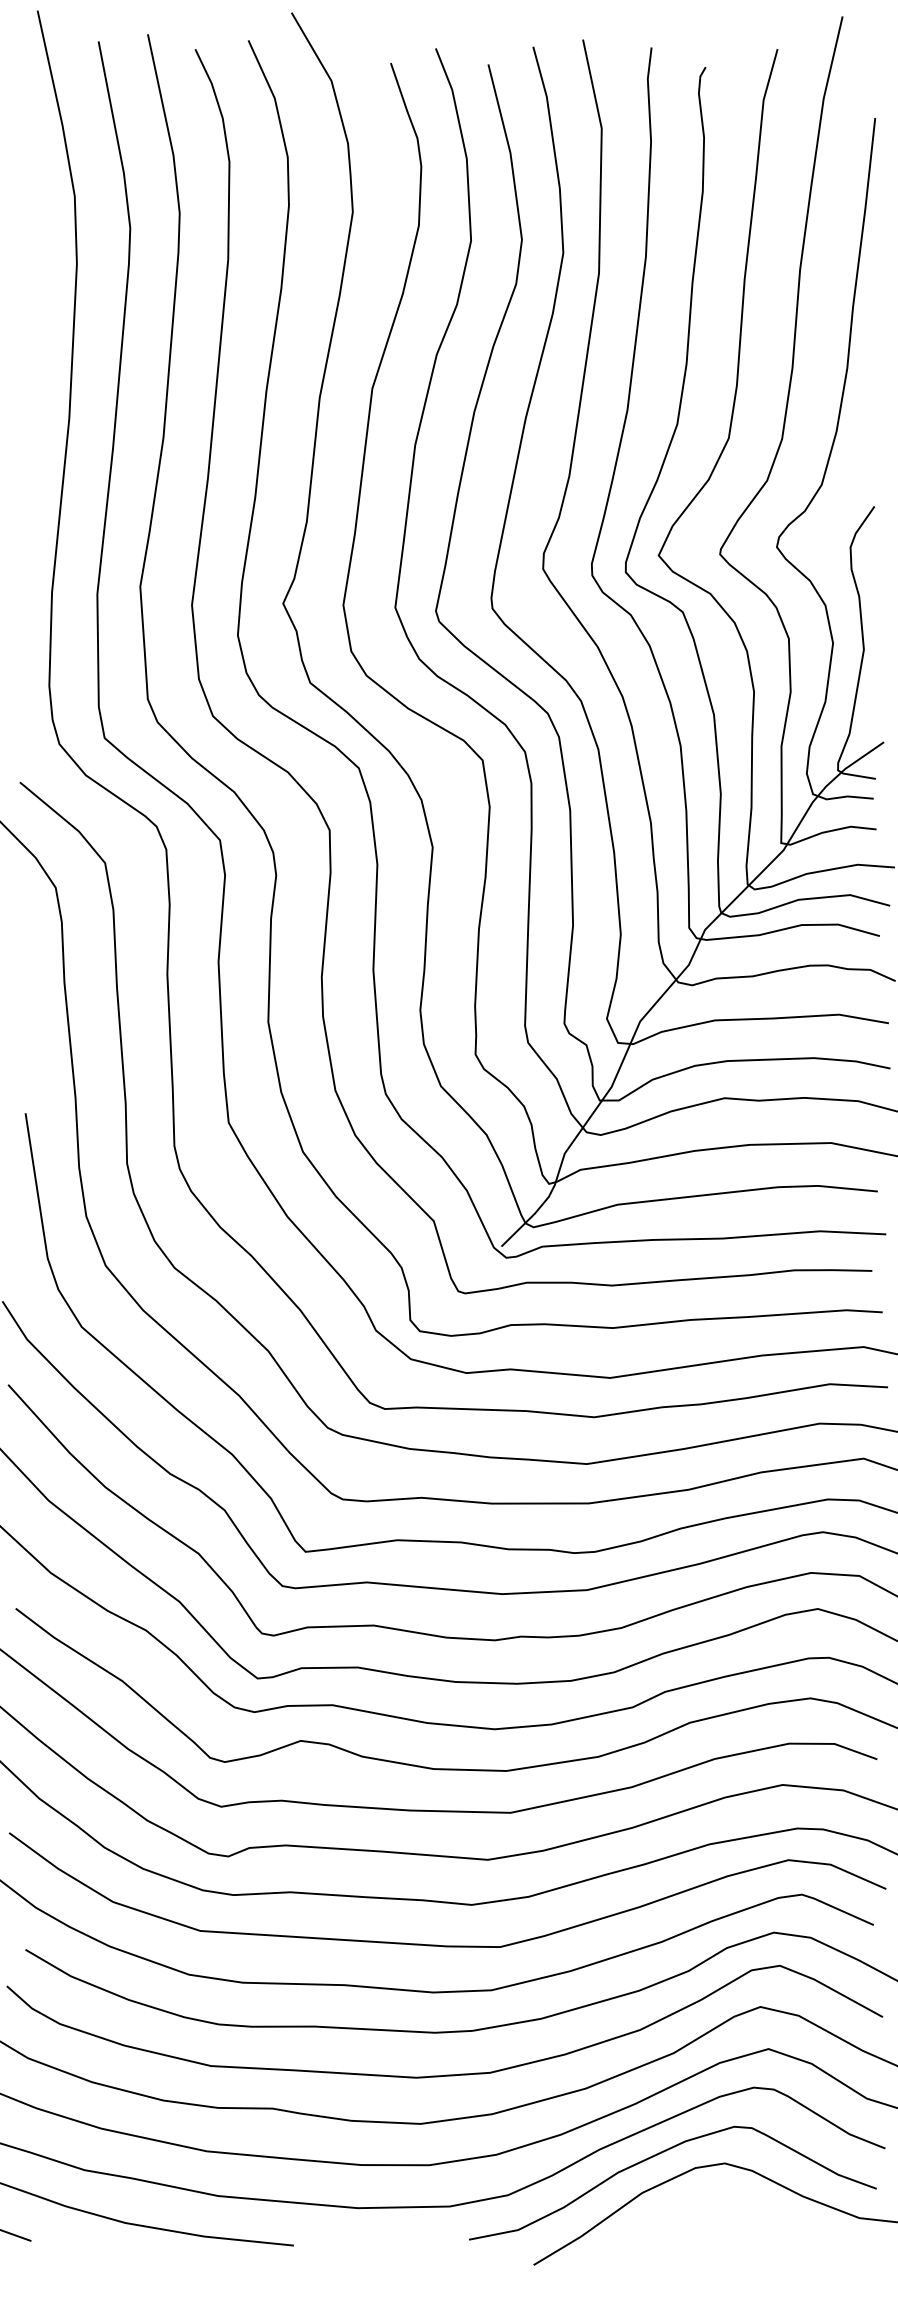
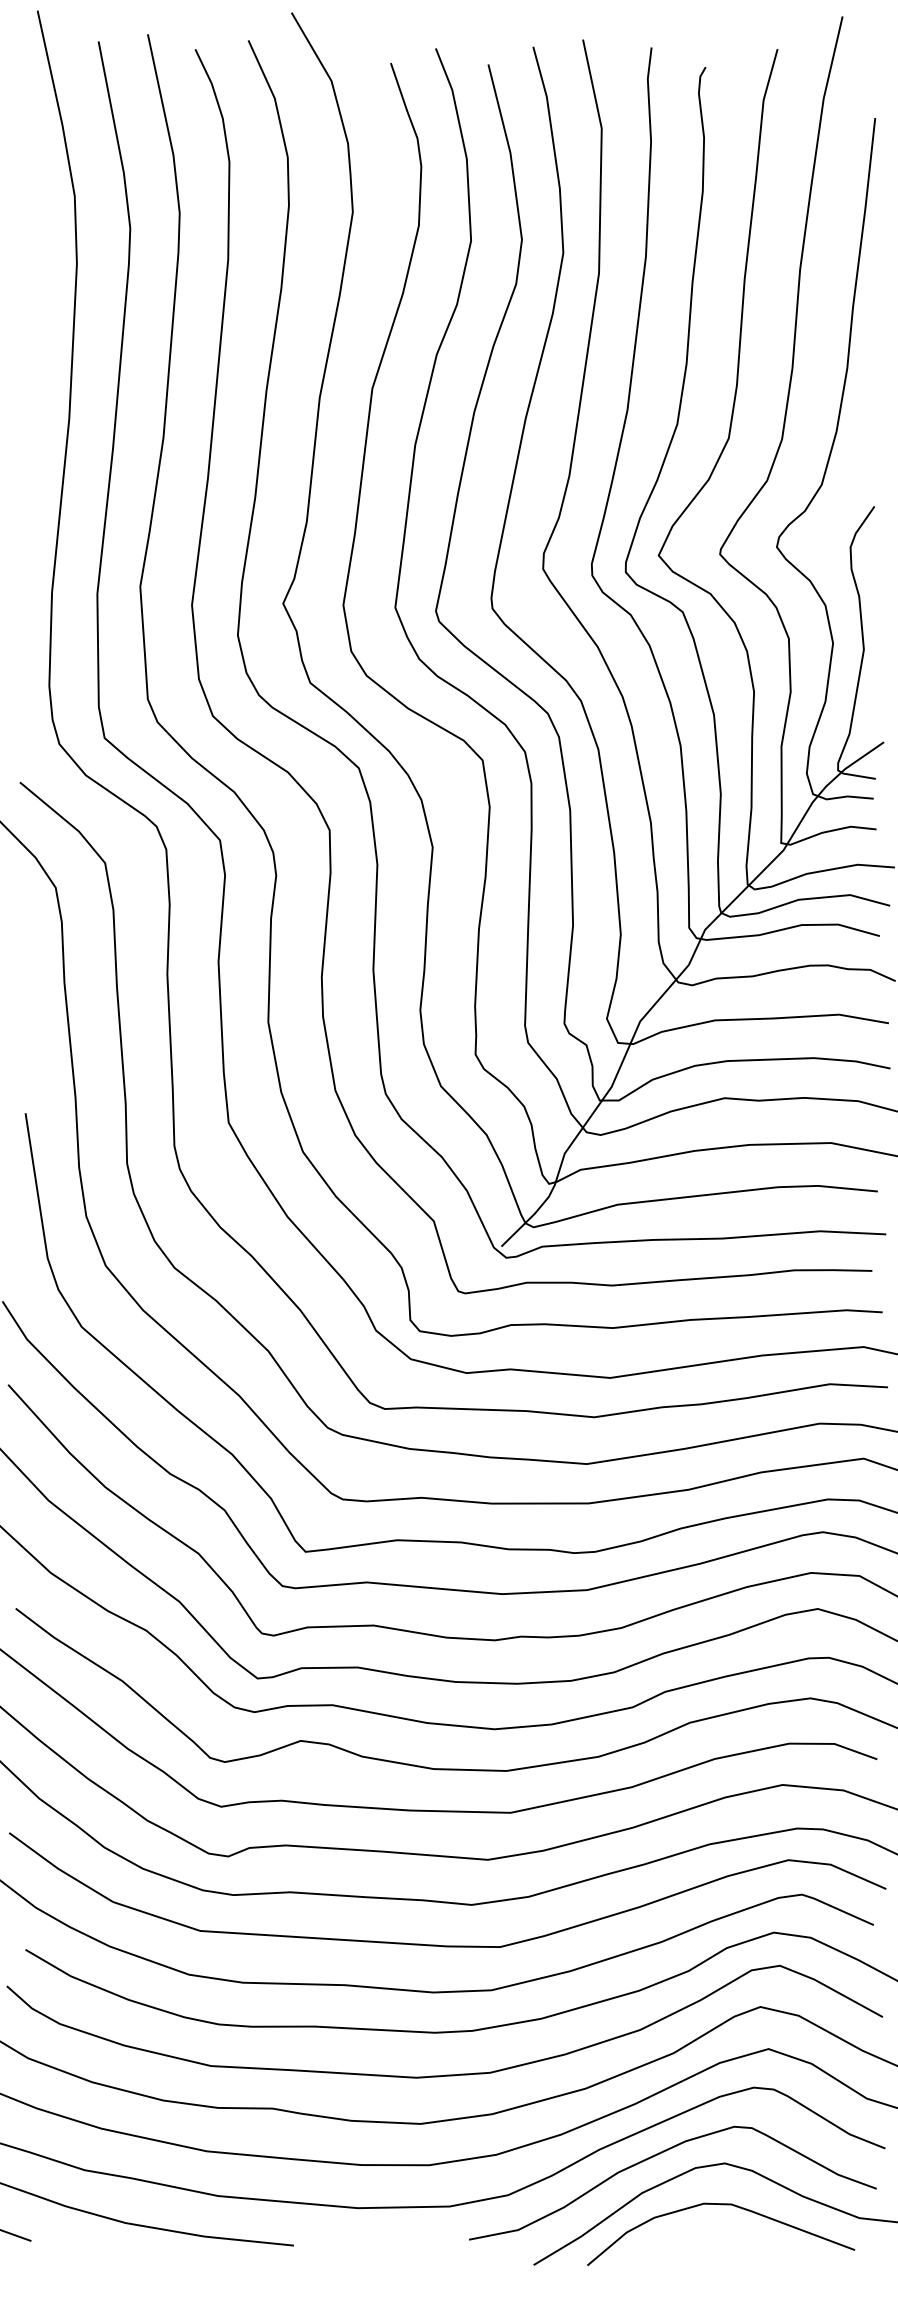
curve at (721, 2205): none -> present
